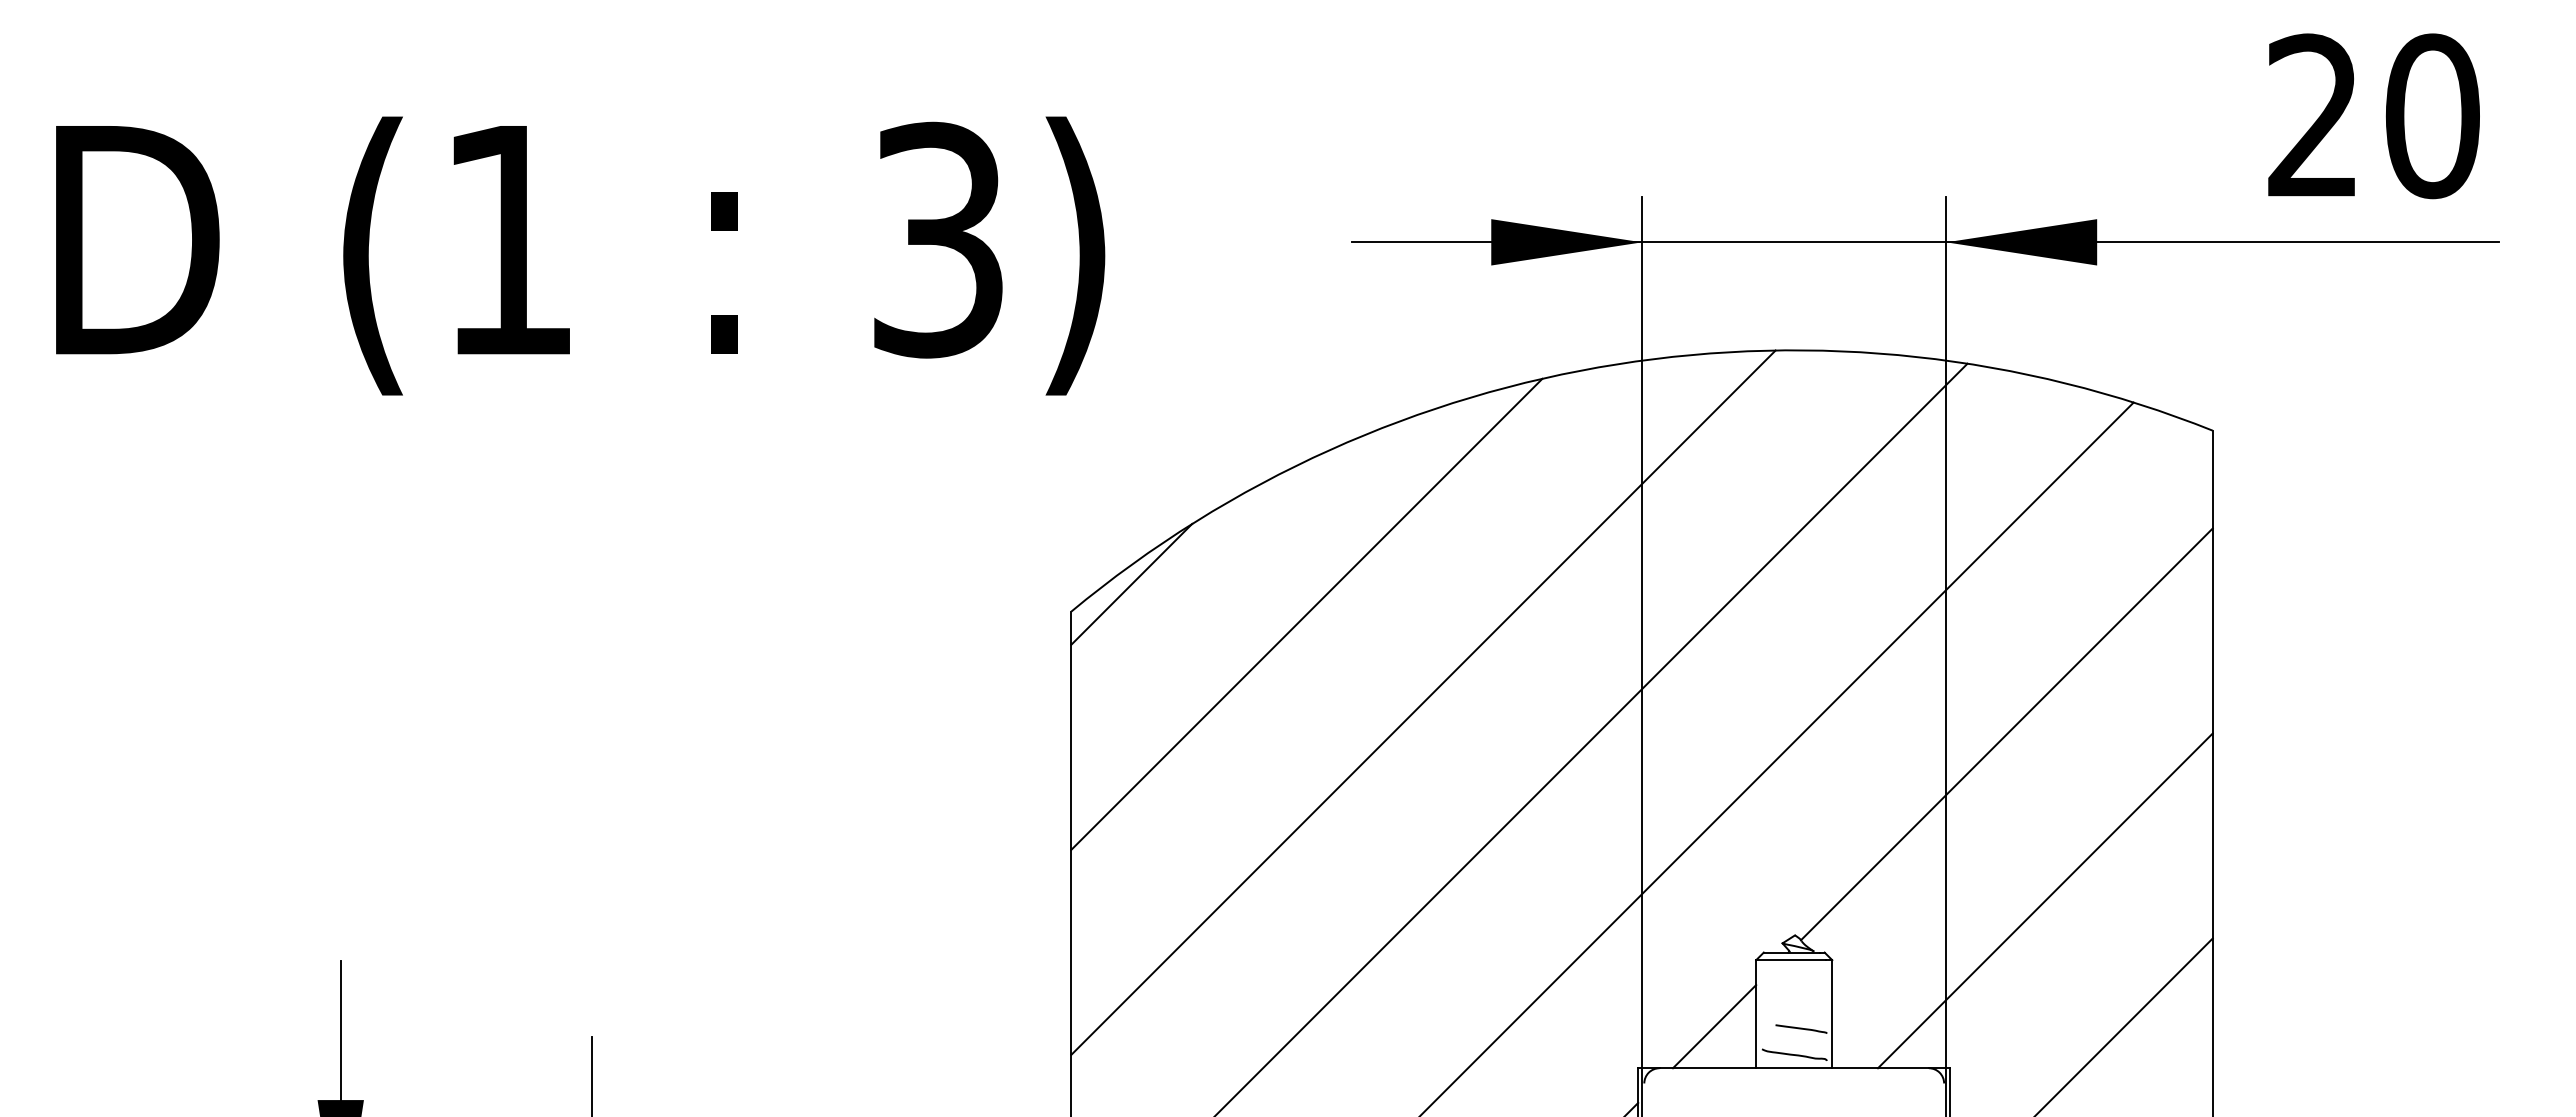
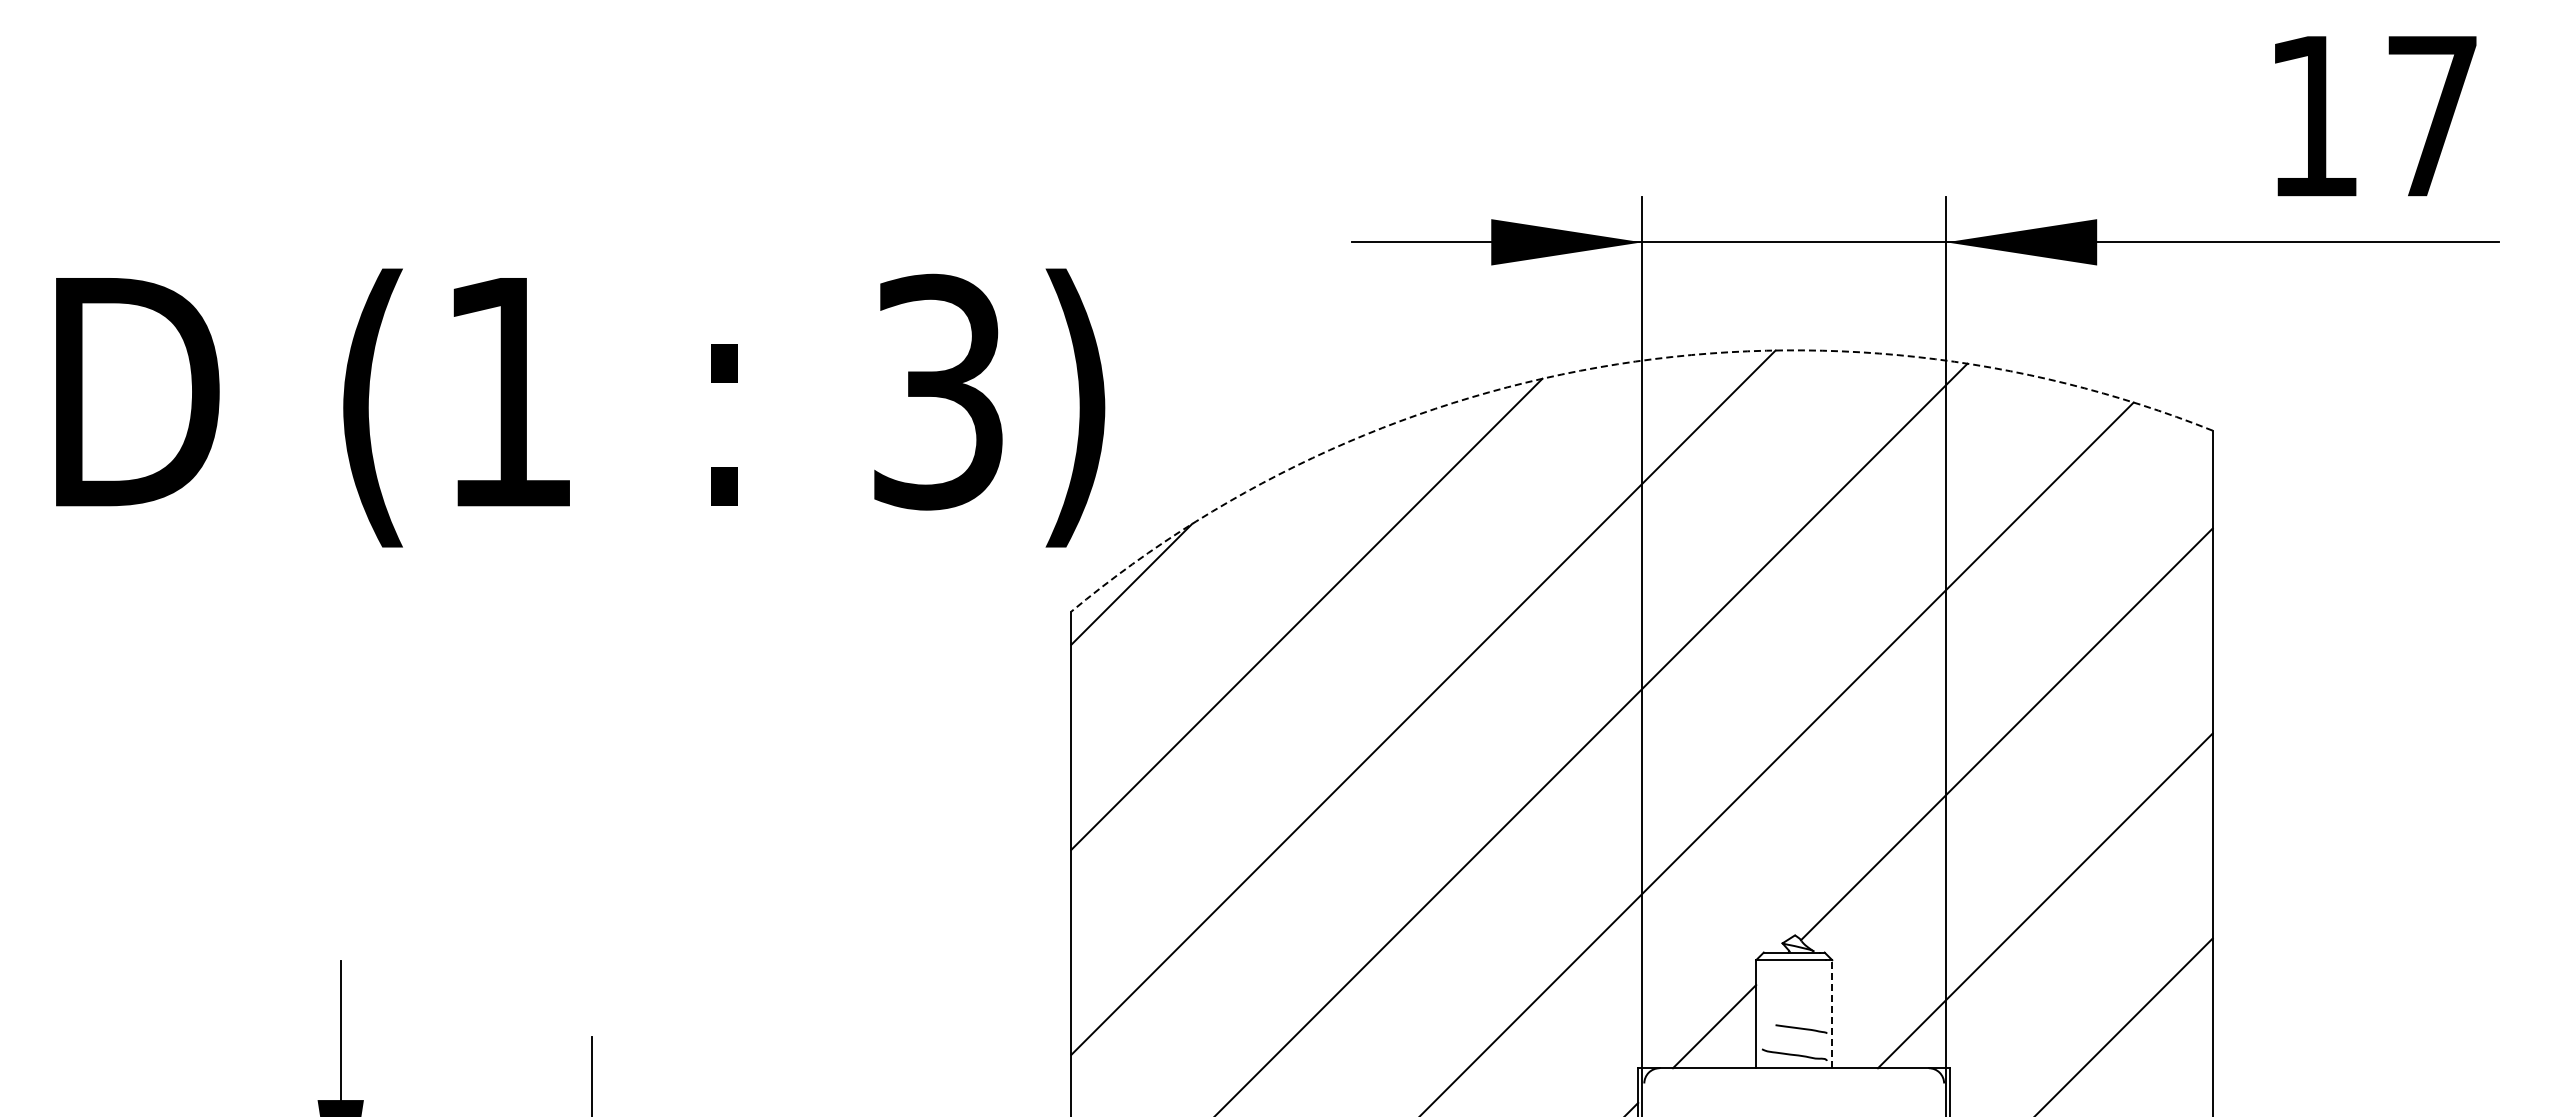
text at (2373, 116): 20 -> 17
text at (580, 255) position: (580, 255) -> (580, 407)
arc at (1617, 364): solid -> dashed
line at (1832, 1013): solid -> dashed
